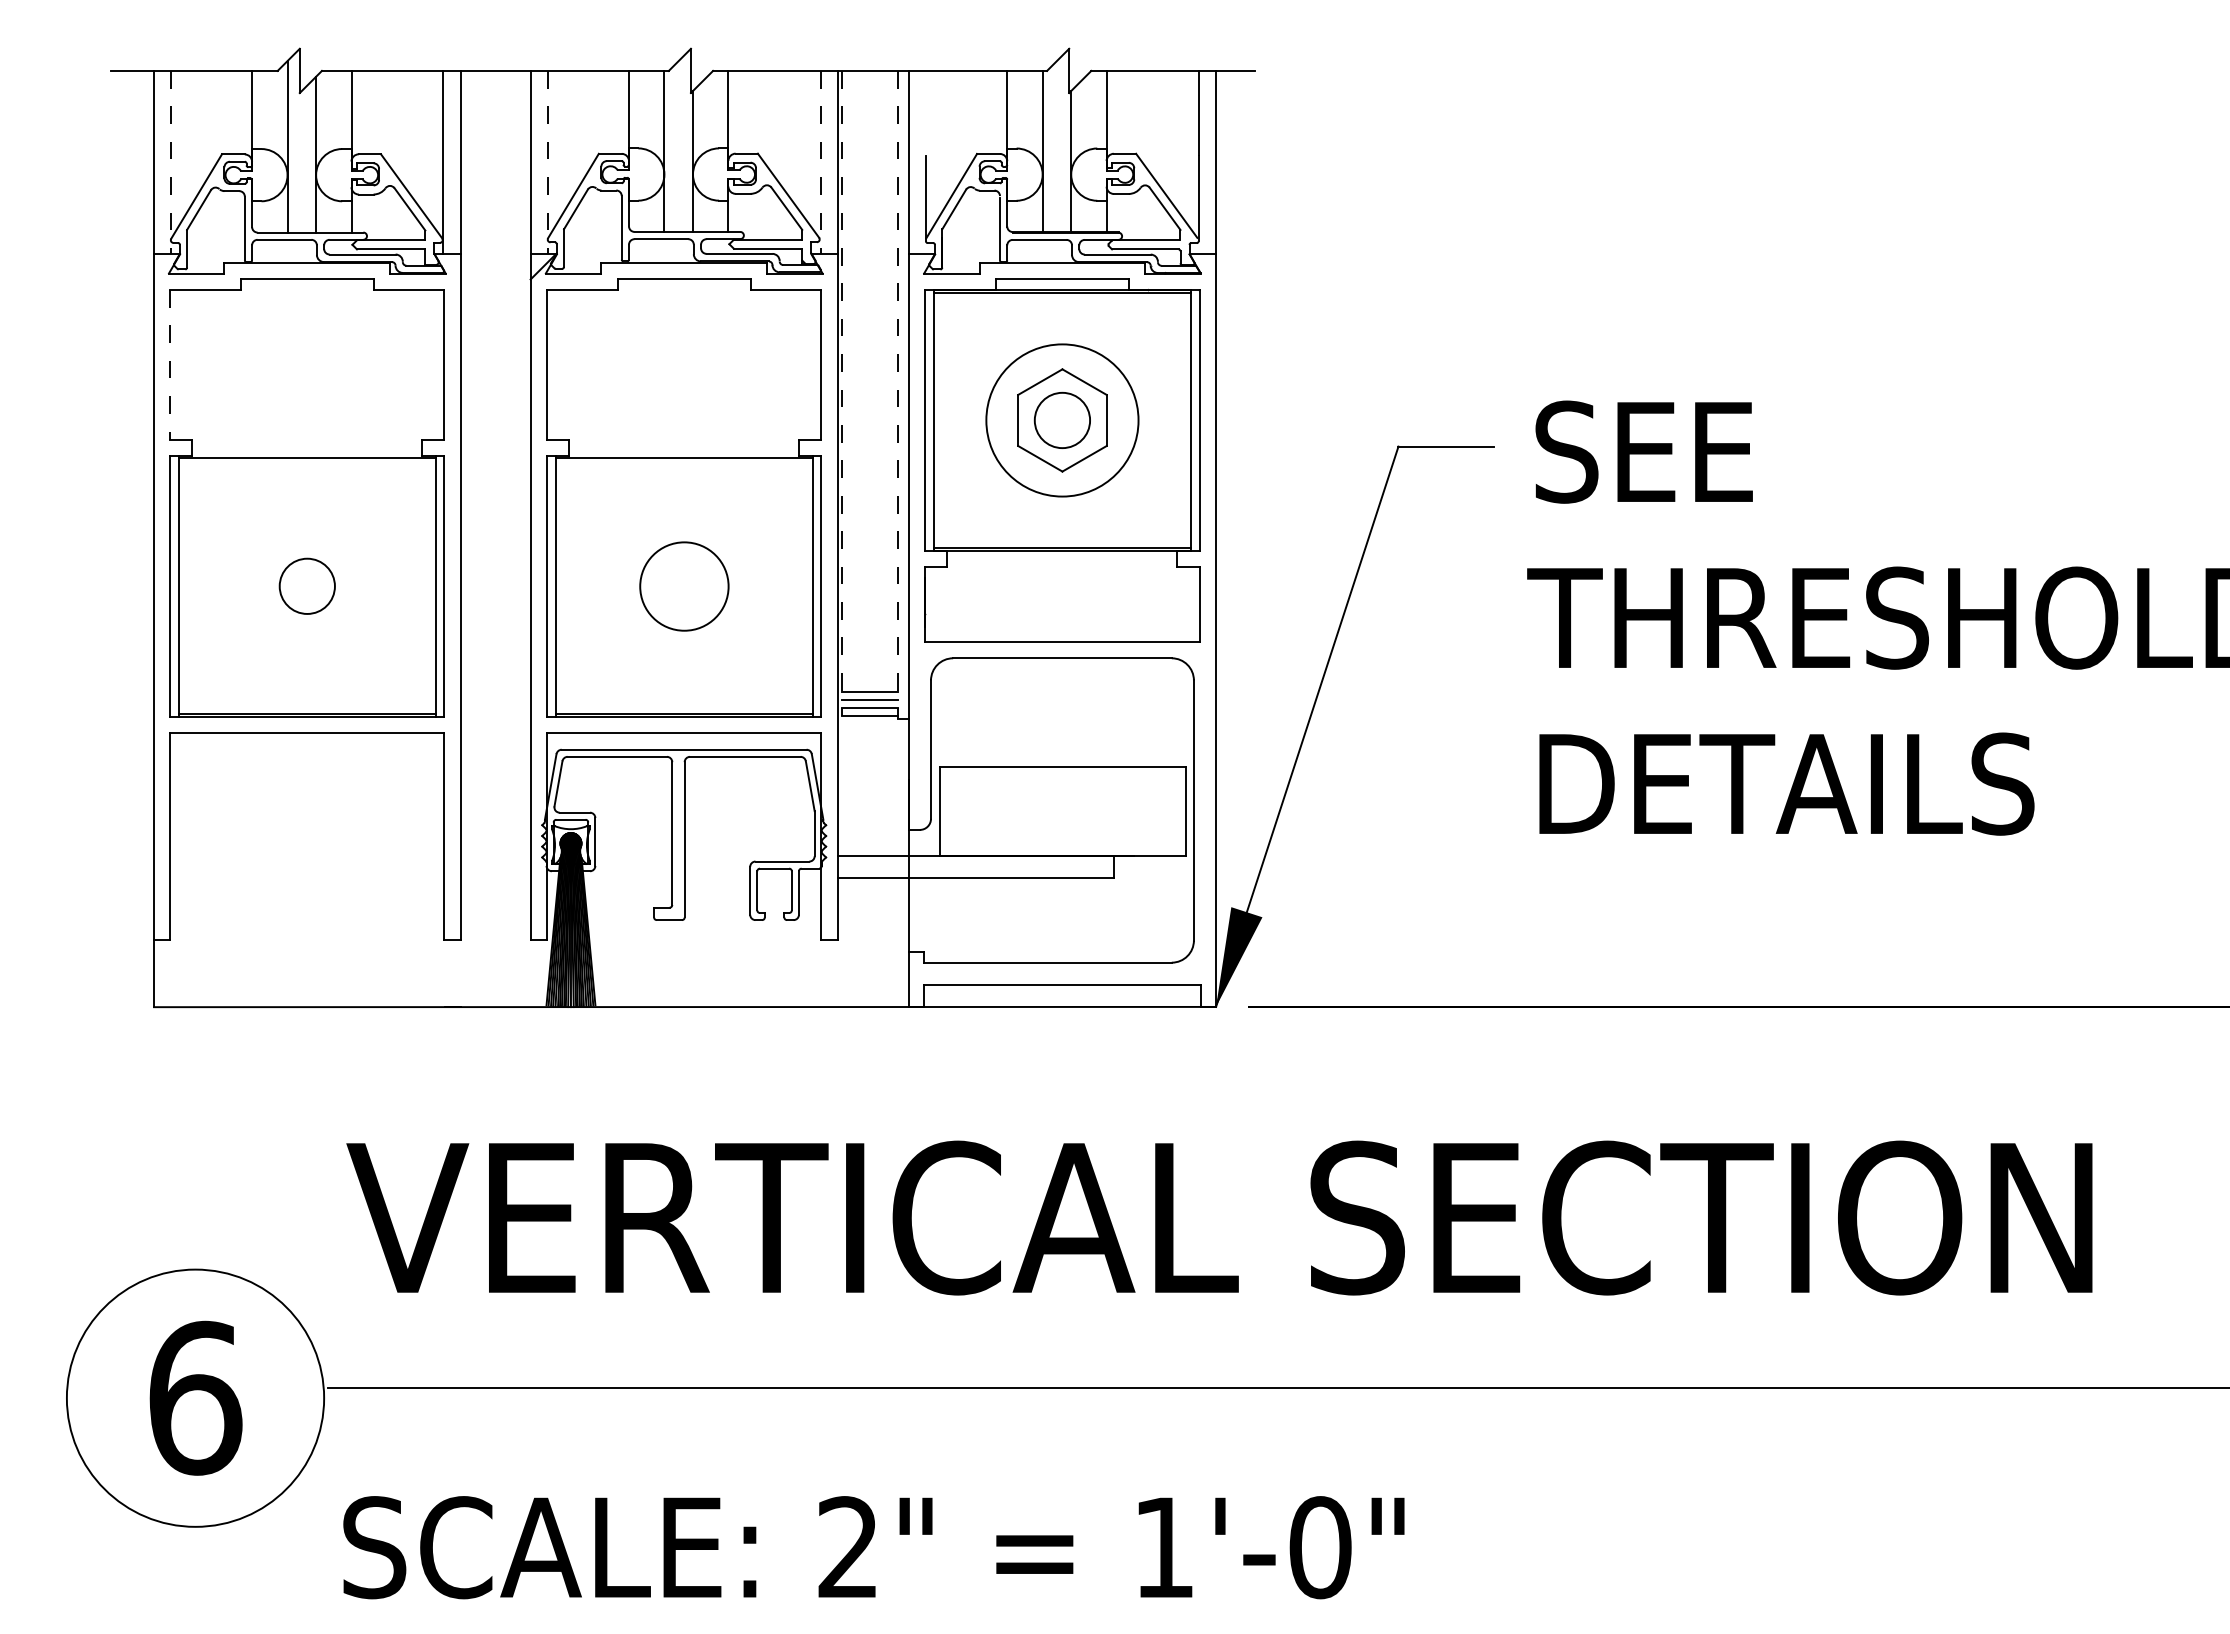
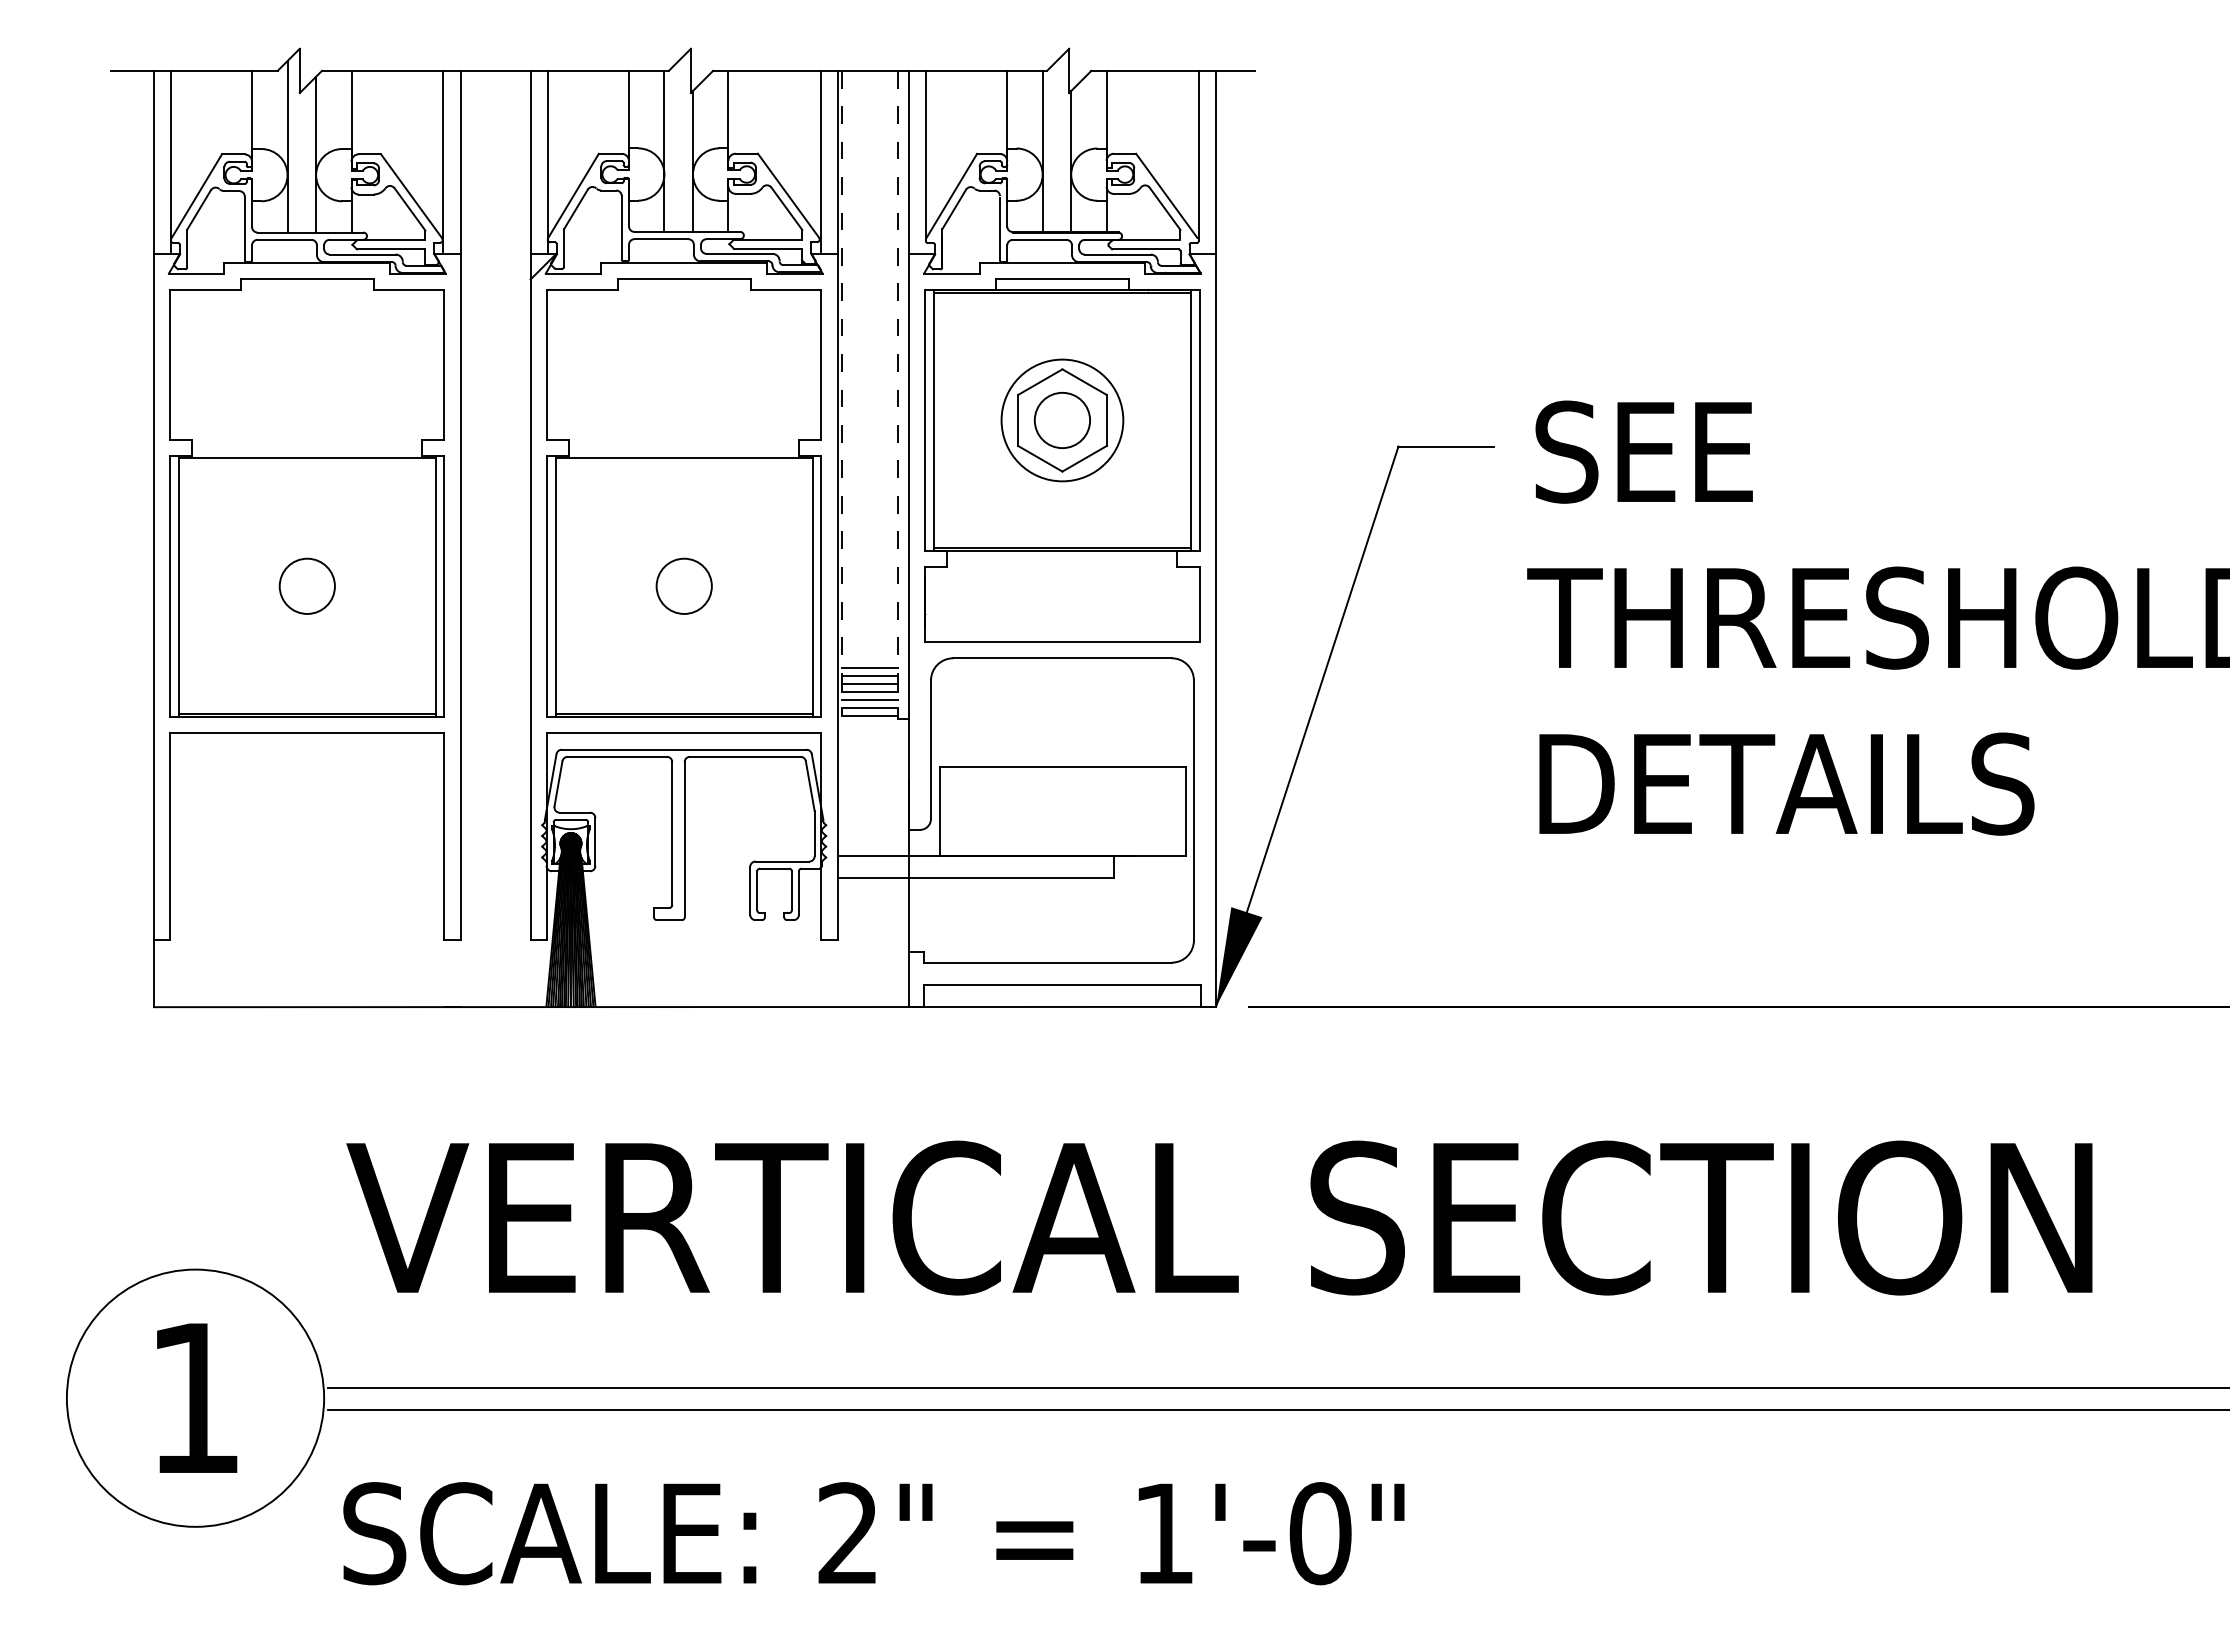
line at (925, 112): none -> present
line at (170, 162): dashed -> solid
line at (548, 162): dashed -> solid
line at (820, 162): dashed -> solid
line at (170, 364): dashed -> solid
circle at (1062, 420) diameter: 152 px -> 122 px
circle at (684, 586) size: 91x91 px -> 58x58 px
line at (869, 667): none -> present
line at (869, 675): none -> present
line at (869, 683): none -> present
text at (195, 1397): 6 -> 1
line at (1276, 1409): none -> present
text at (873, 1547) position: (873, 1547) -> (873, 1533)
